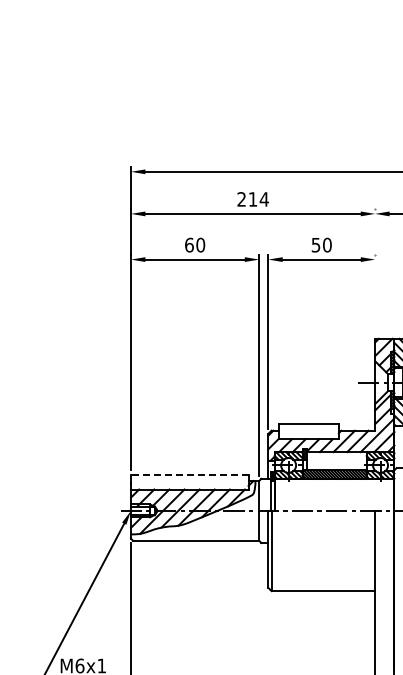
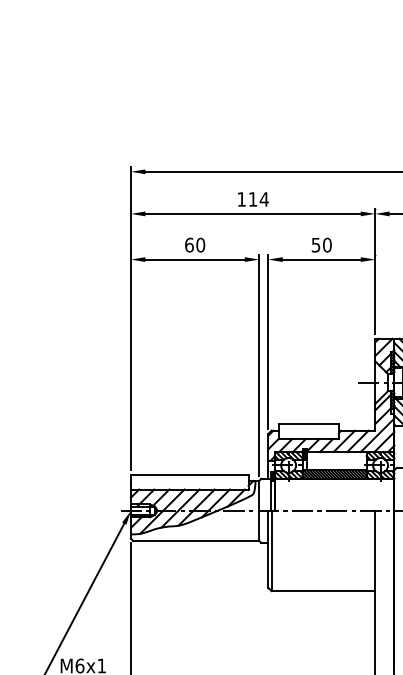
text at (241, 199): 214 -> 114
line at (375, 271): none -> present
line at (189, 474): dashed -> solid
